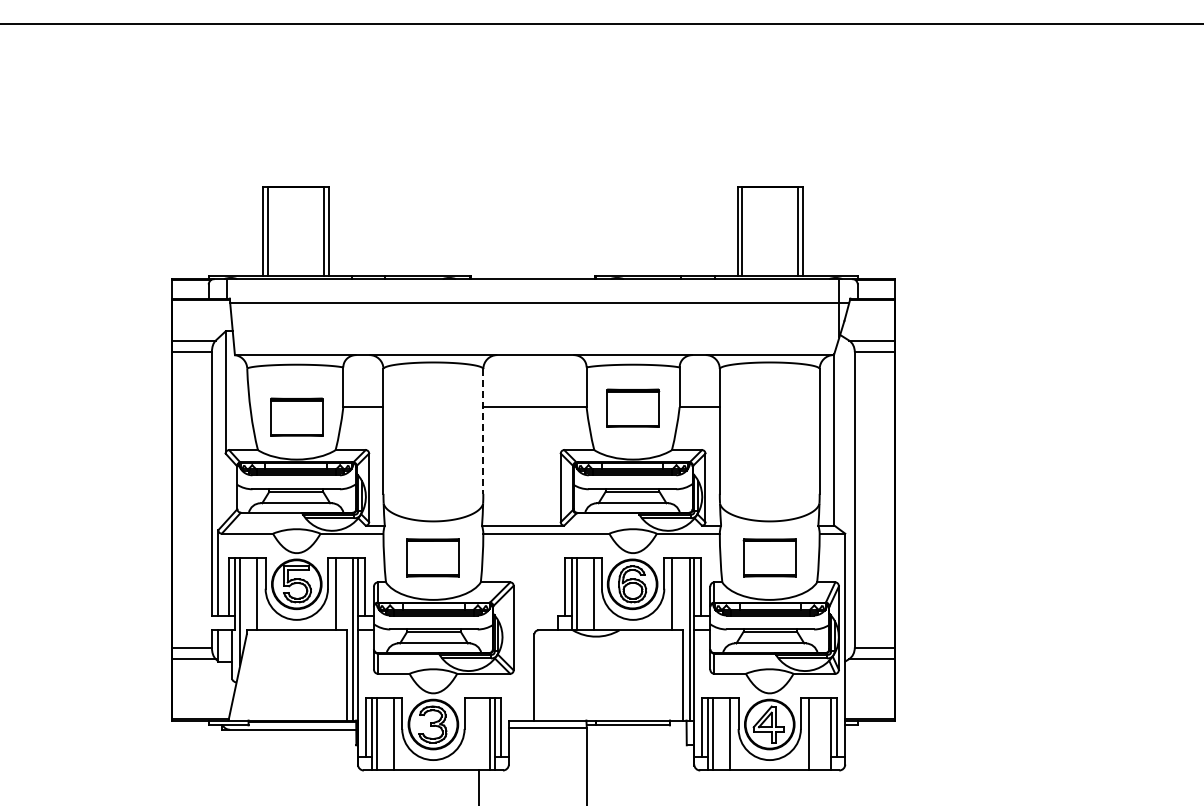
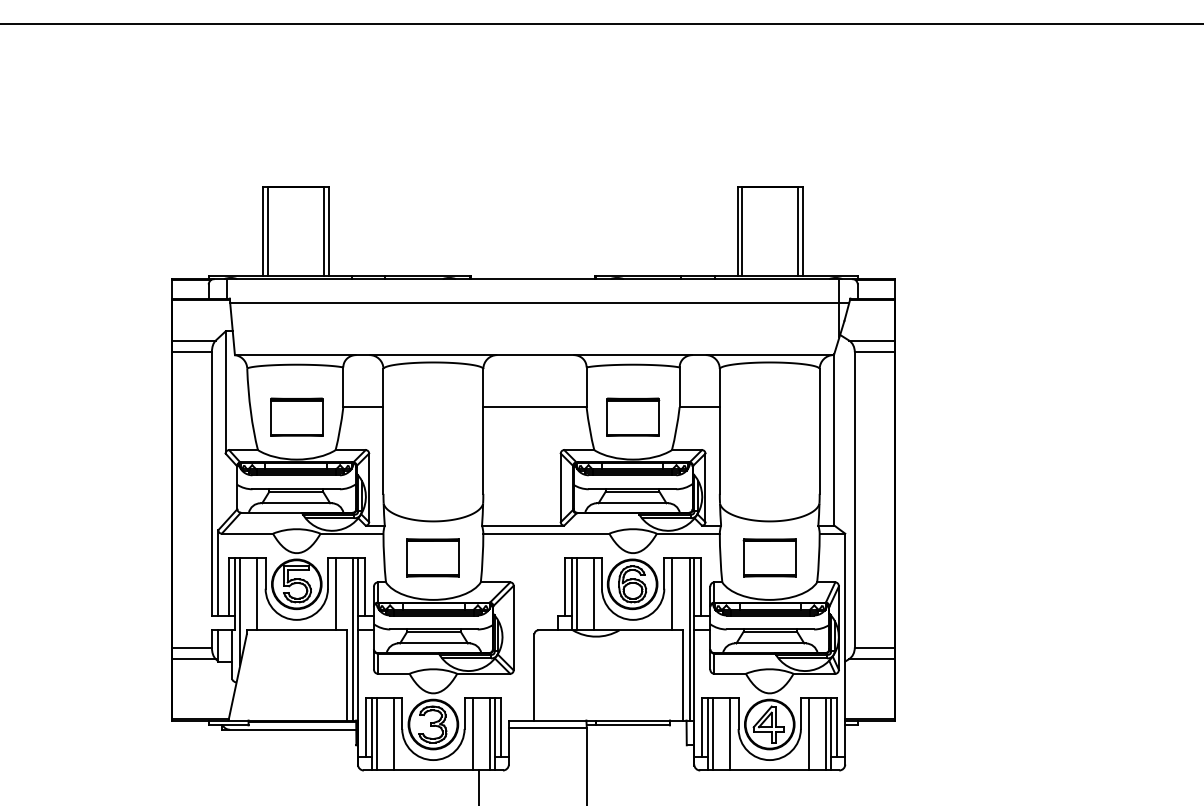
part at (633, 407) position: (633, 407) -> (633, 416)
line at (483, 431): dashed -> solid
line at (472, 733): none -> present
line at (826, 733): none -> present
